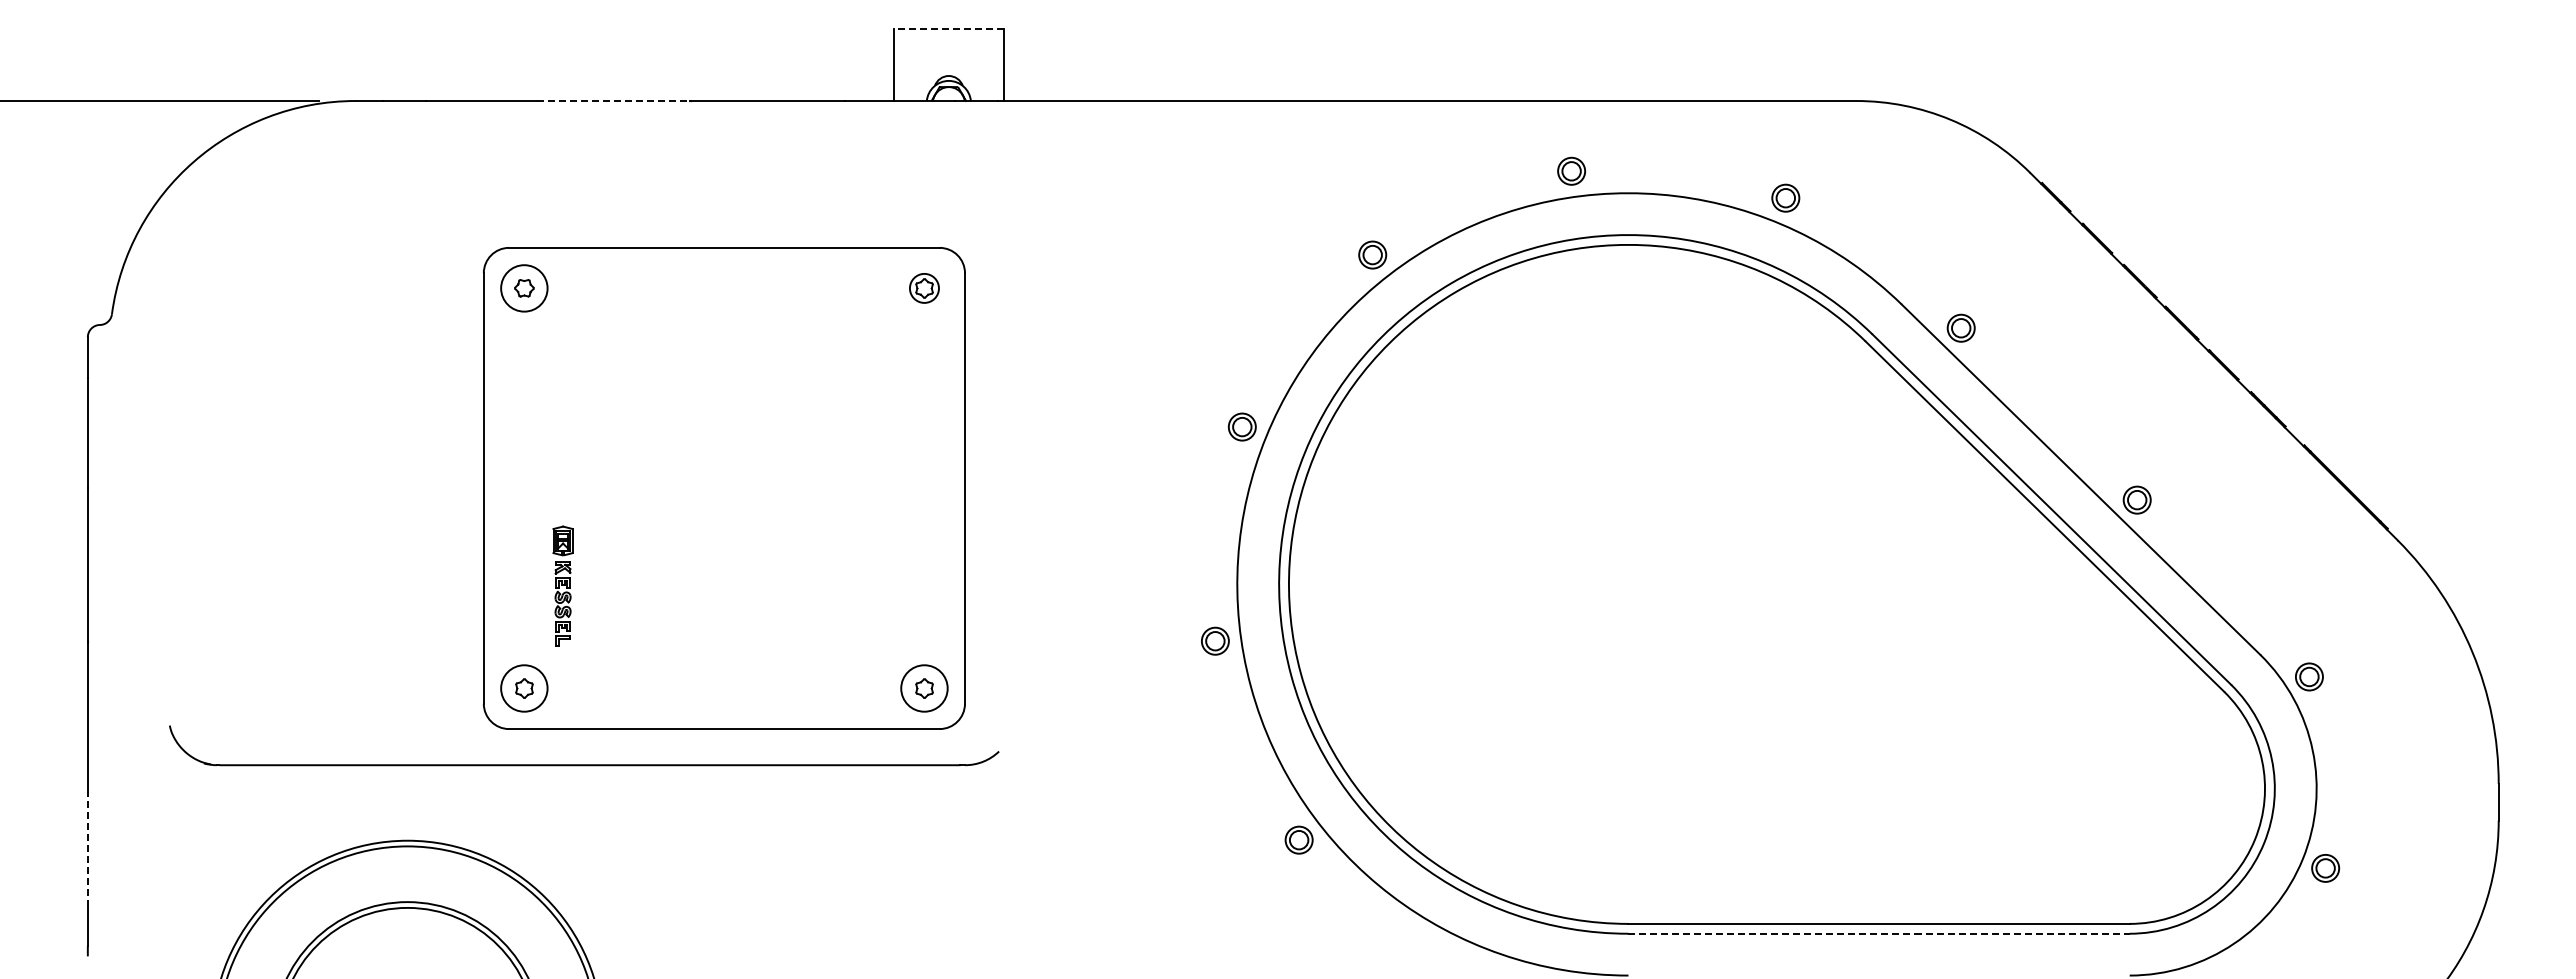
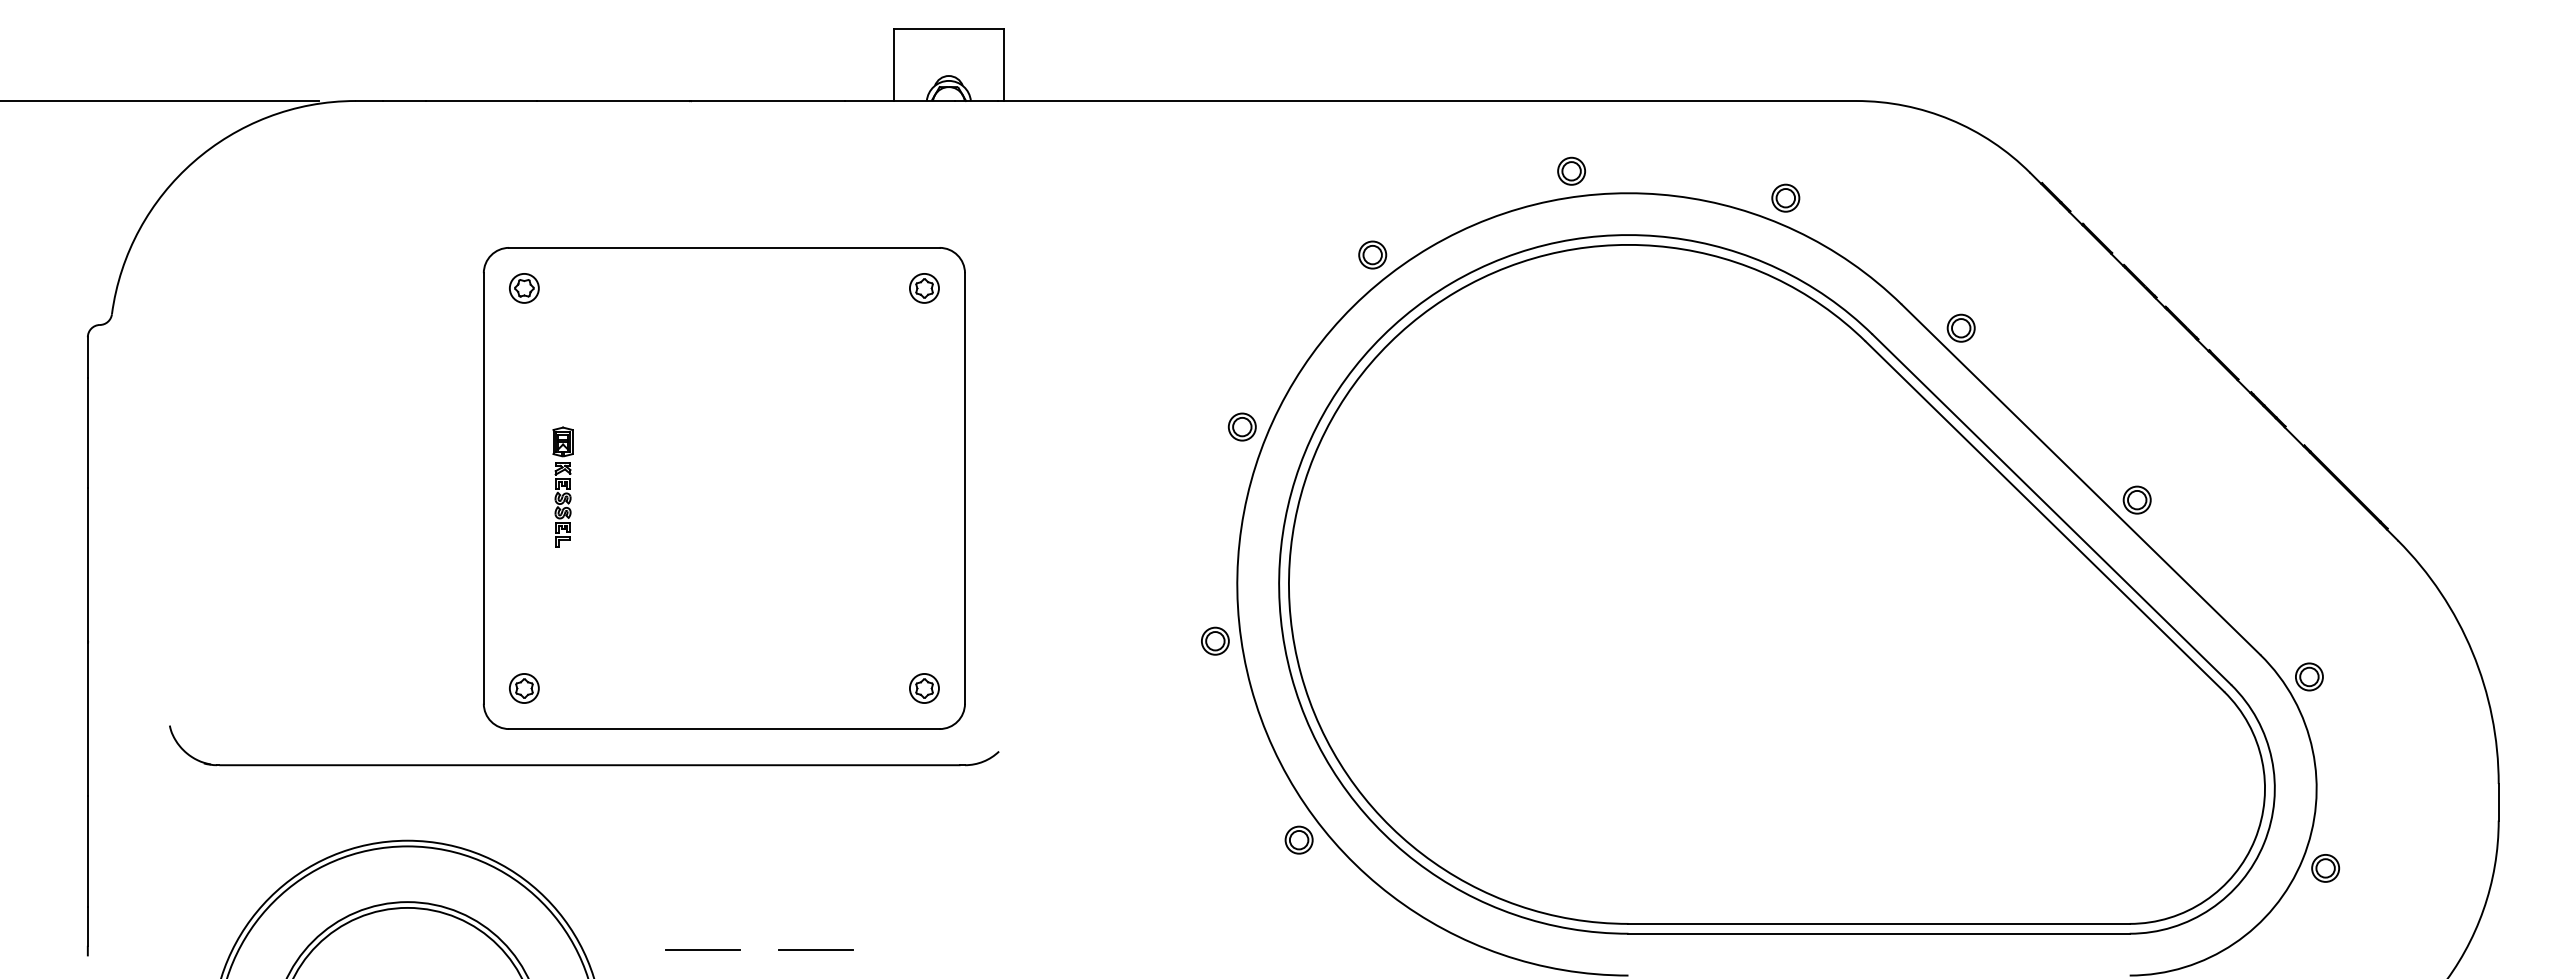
line at (948, 29): dashed -> solid
line at (613, 101): dashed -> solid
circle at (524, 288) diameter: 46 px -> 29 px
part at (562, 585) position: (562, 585) -> (562, 486)
circle at (524, 688) diameter: 46 px -> 29 px
circle at (924, 688) diameter: 46 px -> 29 px
line at (87, 850): dashed -> solid
line at (1879, 933): dashed -> solid
line at (702, 949): none -> present
line at (815, 949): none -> present
